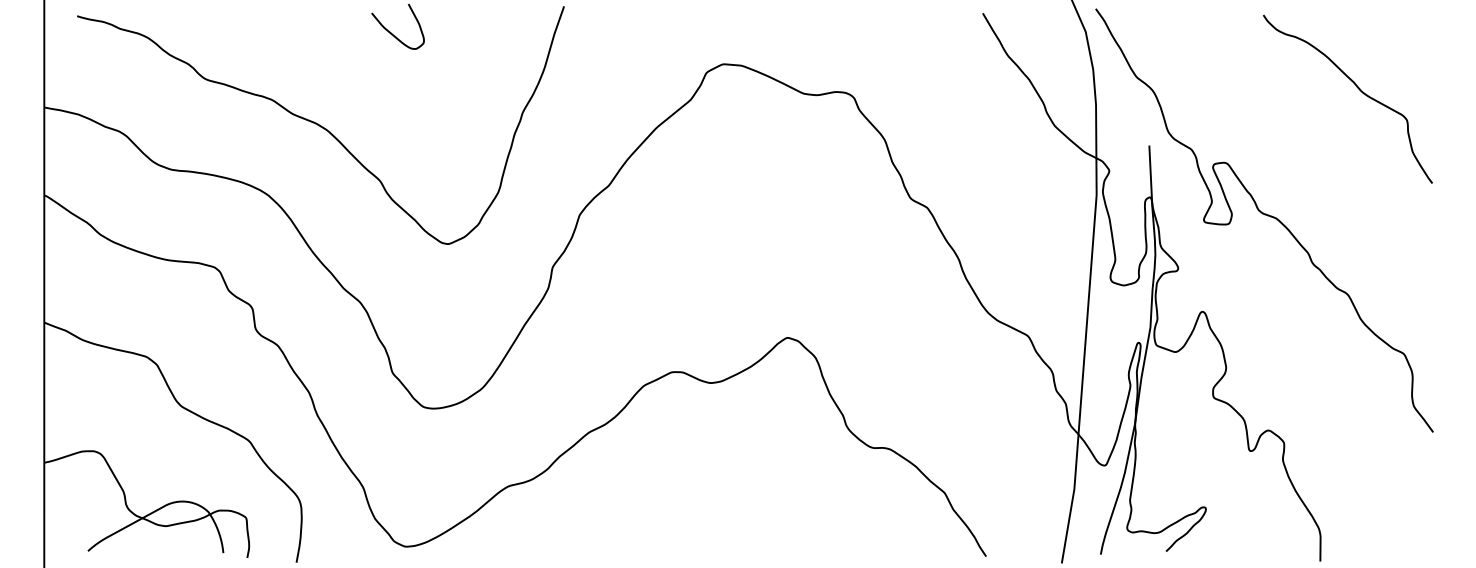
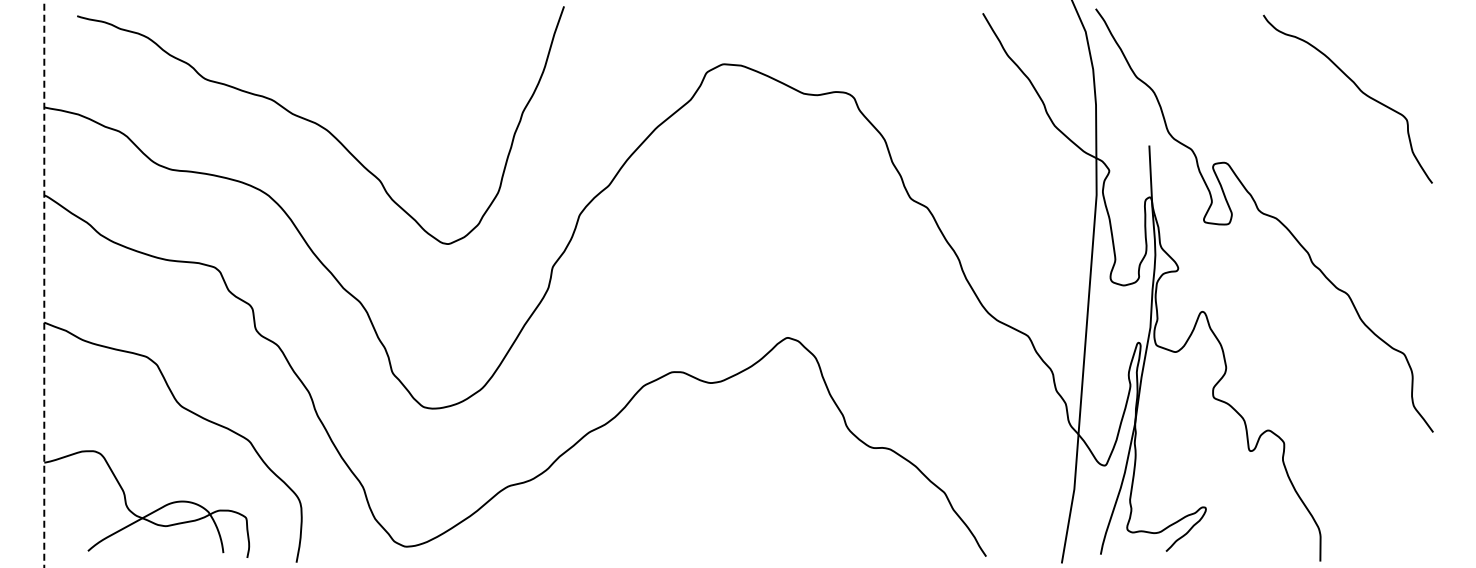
curve at (391, 32): present -> none
line at (44, 283): solid -> dashed
